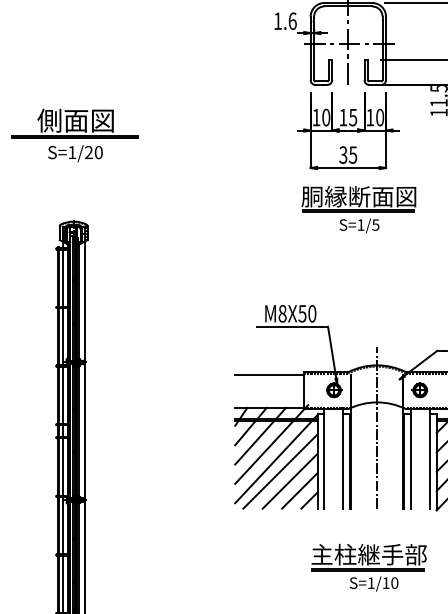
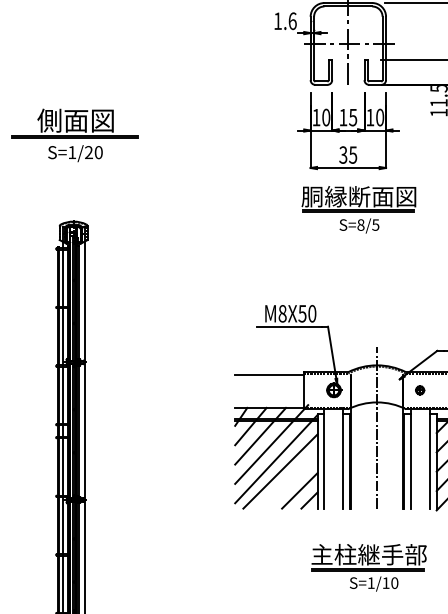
text at (360, 224): S=1/5 -> S=8/5
part at (419, 390) size: 18x17 px -> 11x11 px
line at (289, 480): present -> none
